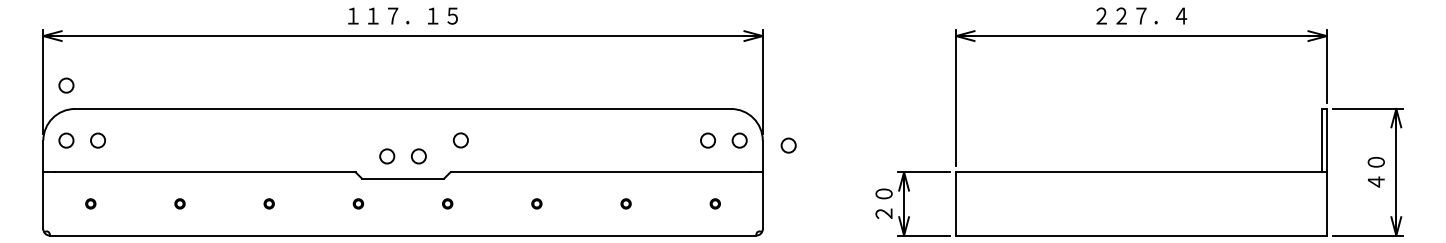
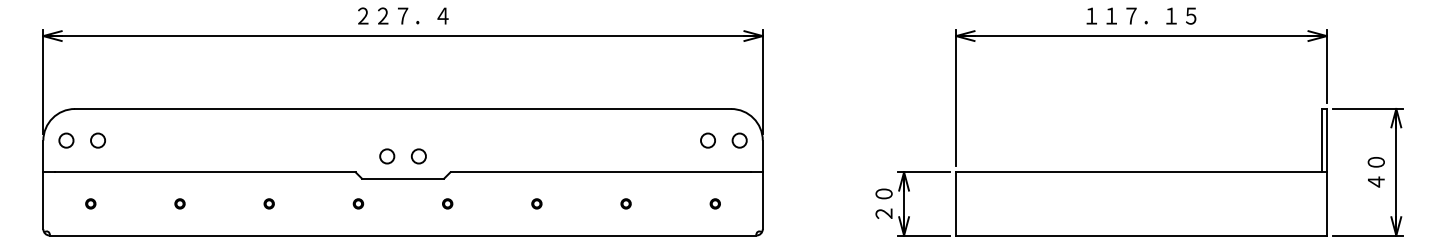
text at (402, 15): １１７．１５ -> ２２７．４
text at (1141, 15): ２２７．４ -> １１７．１５
circle at (66, 85): present -> none
circle at (460, 140): present -> none
circle at (788, 145): present -> none
